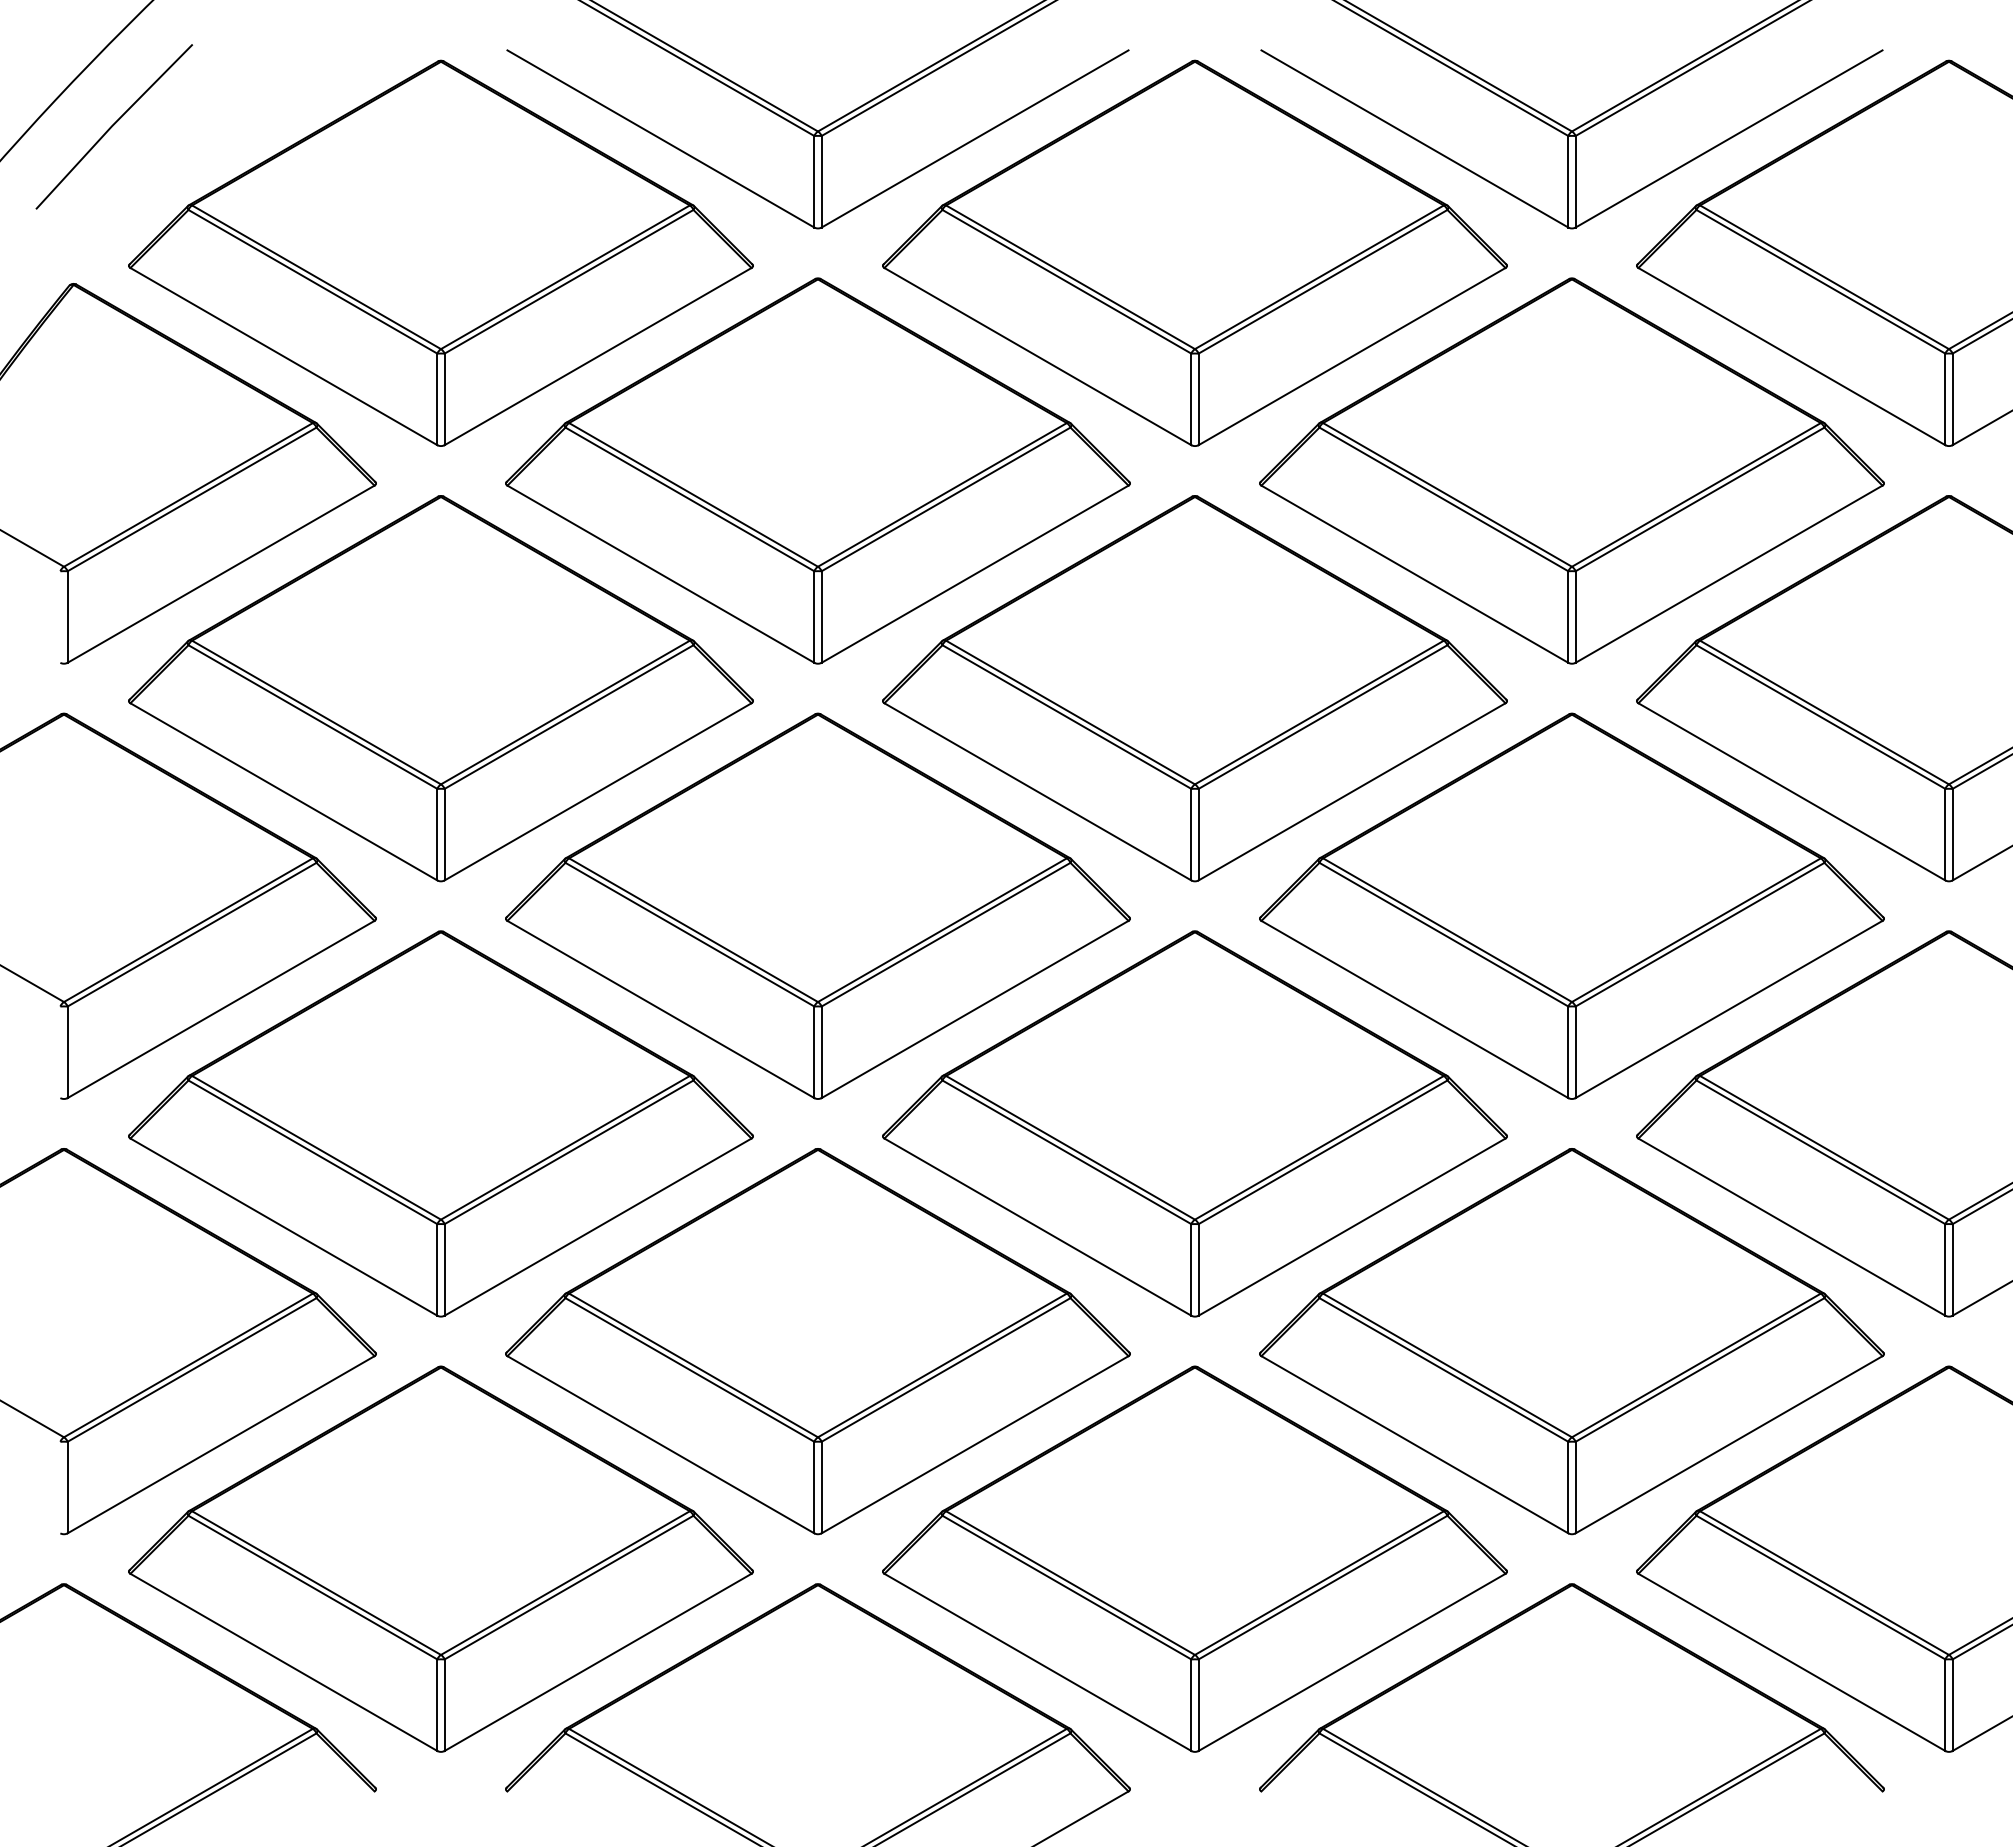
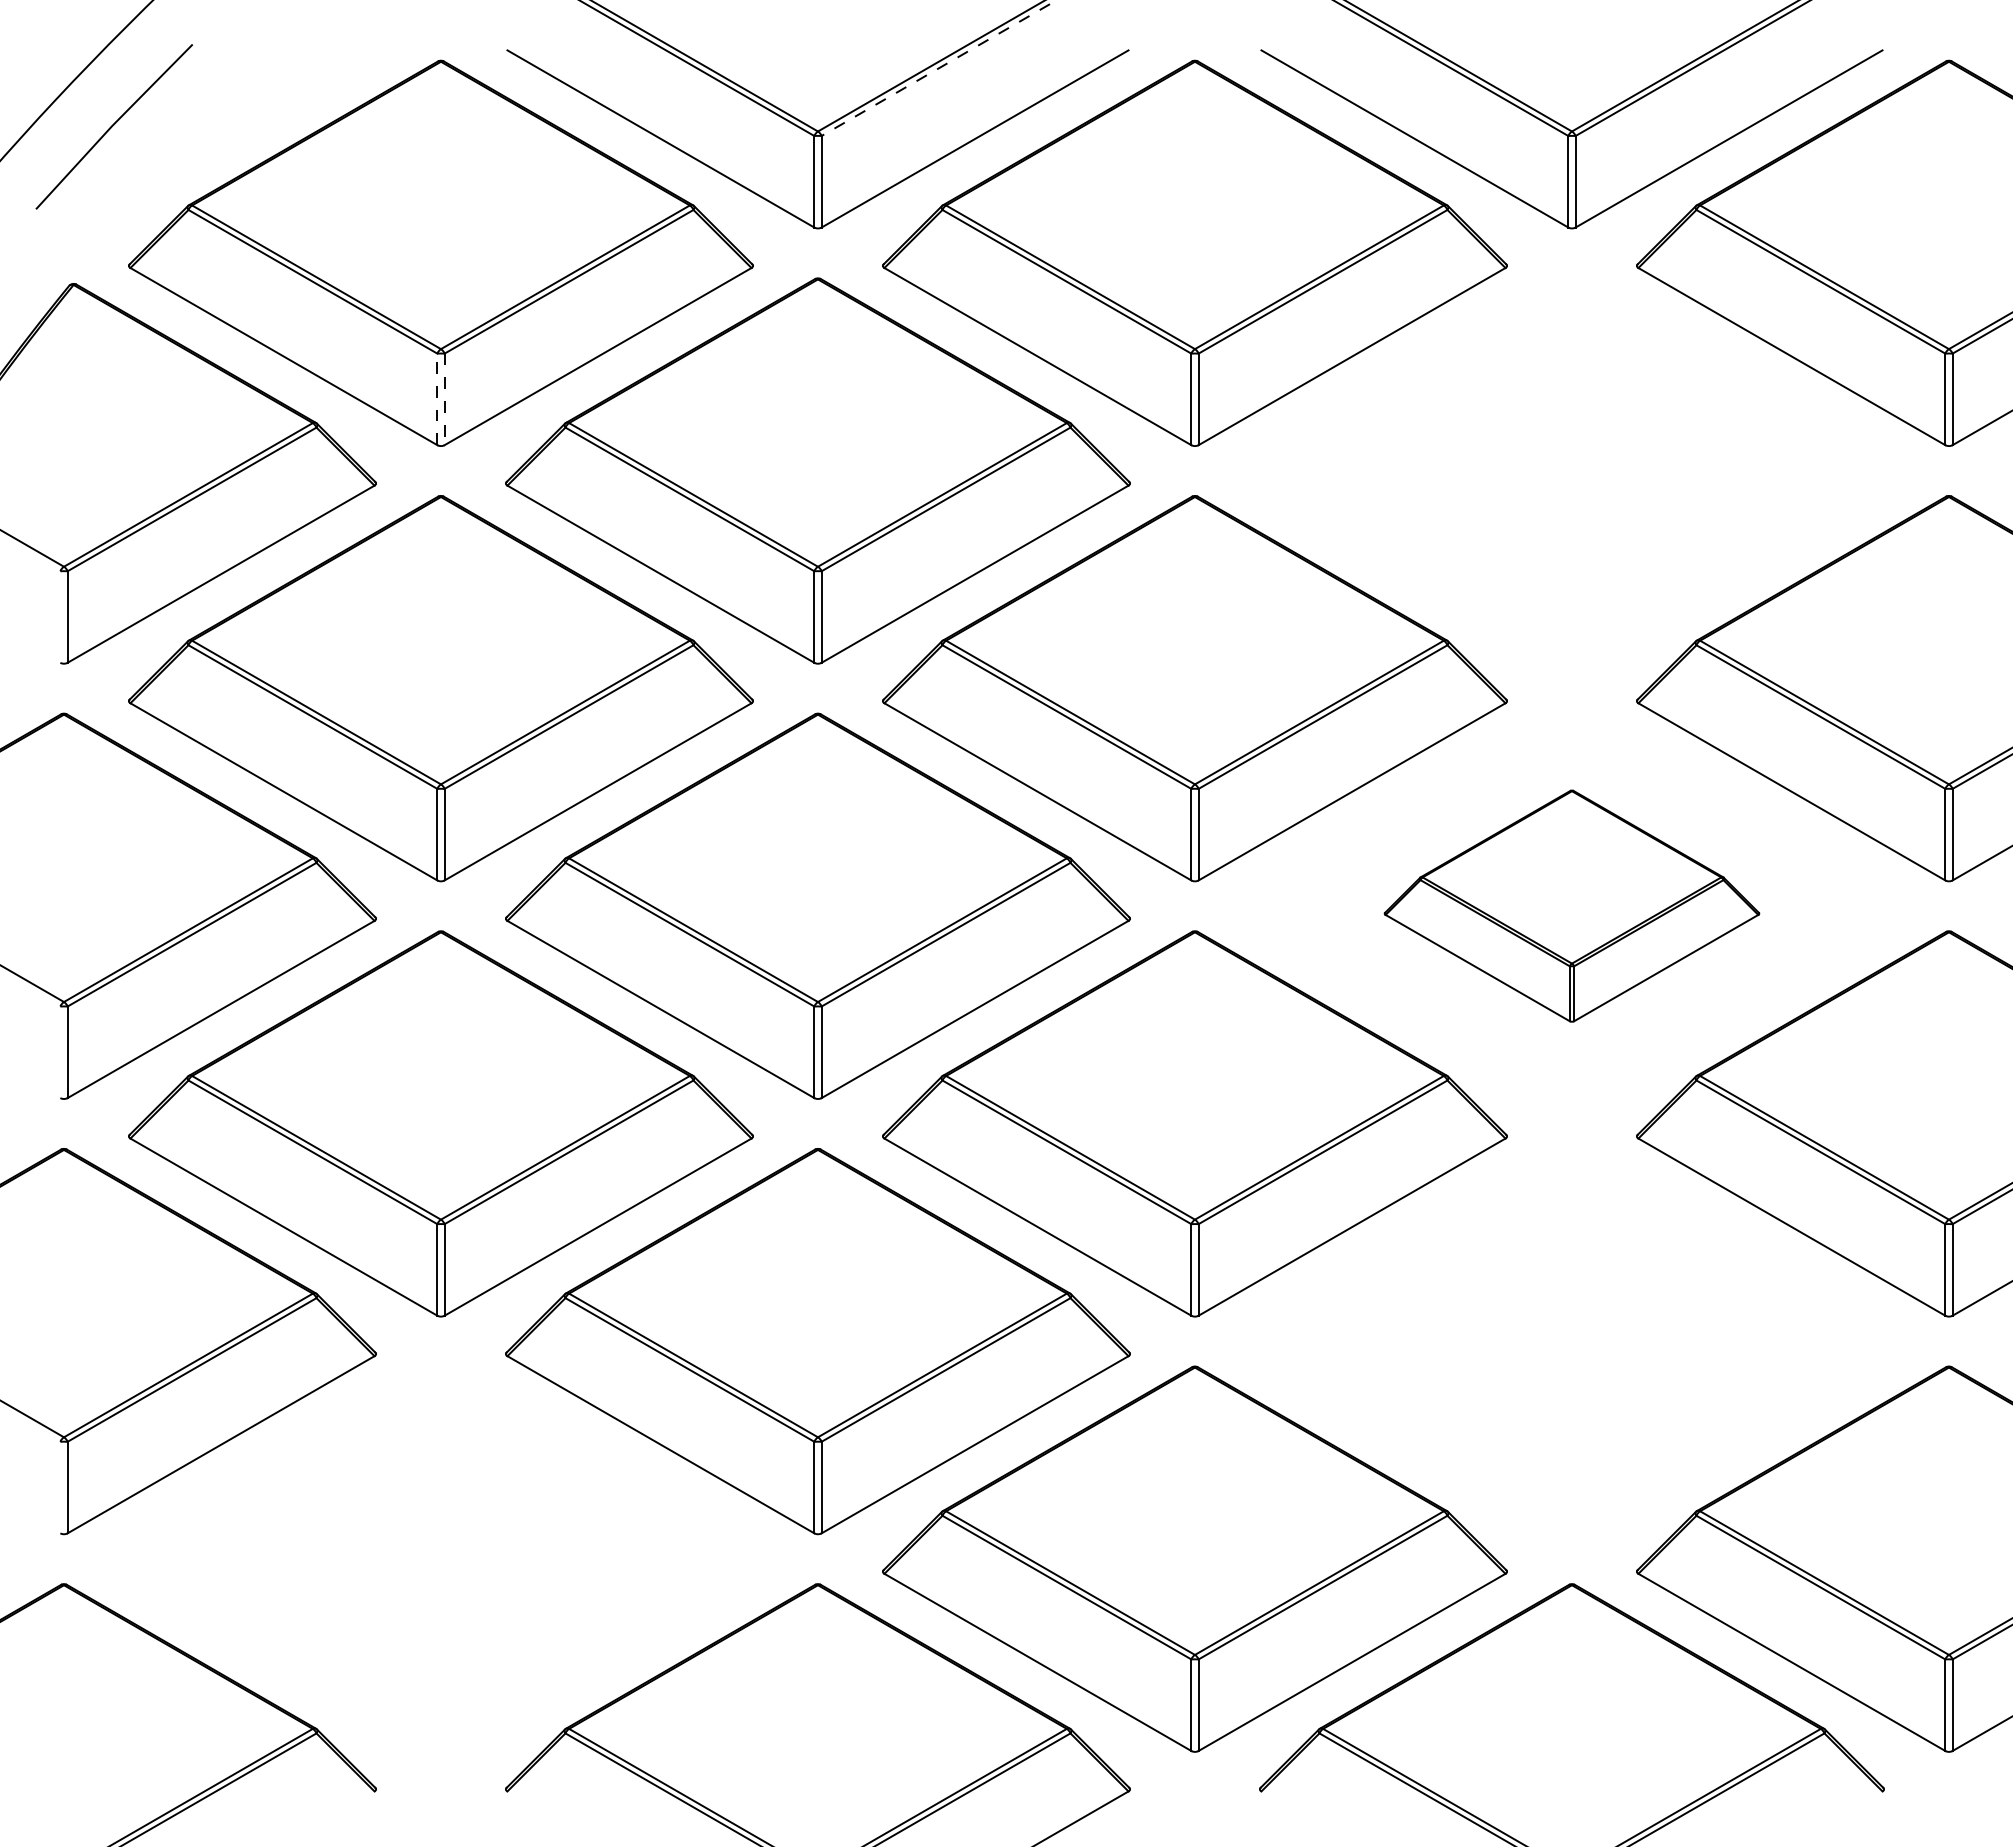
line at (939, 68): solid -> dashed
line at (437, 399): solid -> dashed
line at (444, 399): solid -> dashed
part at (1571, 470): present -> none
part at (1571, 905) size: 626x388 px -> 378x234 px
part at (1571, 1341): present -> none
part at (440, 1558): present -> none
